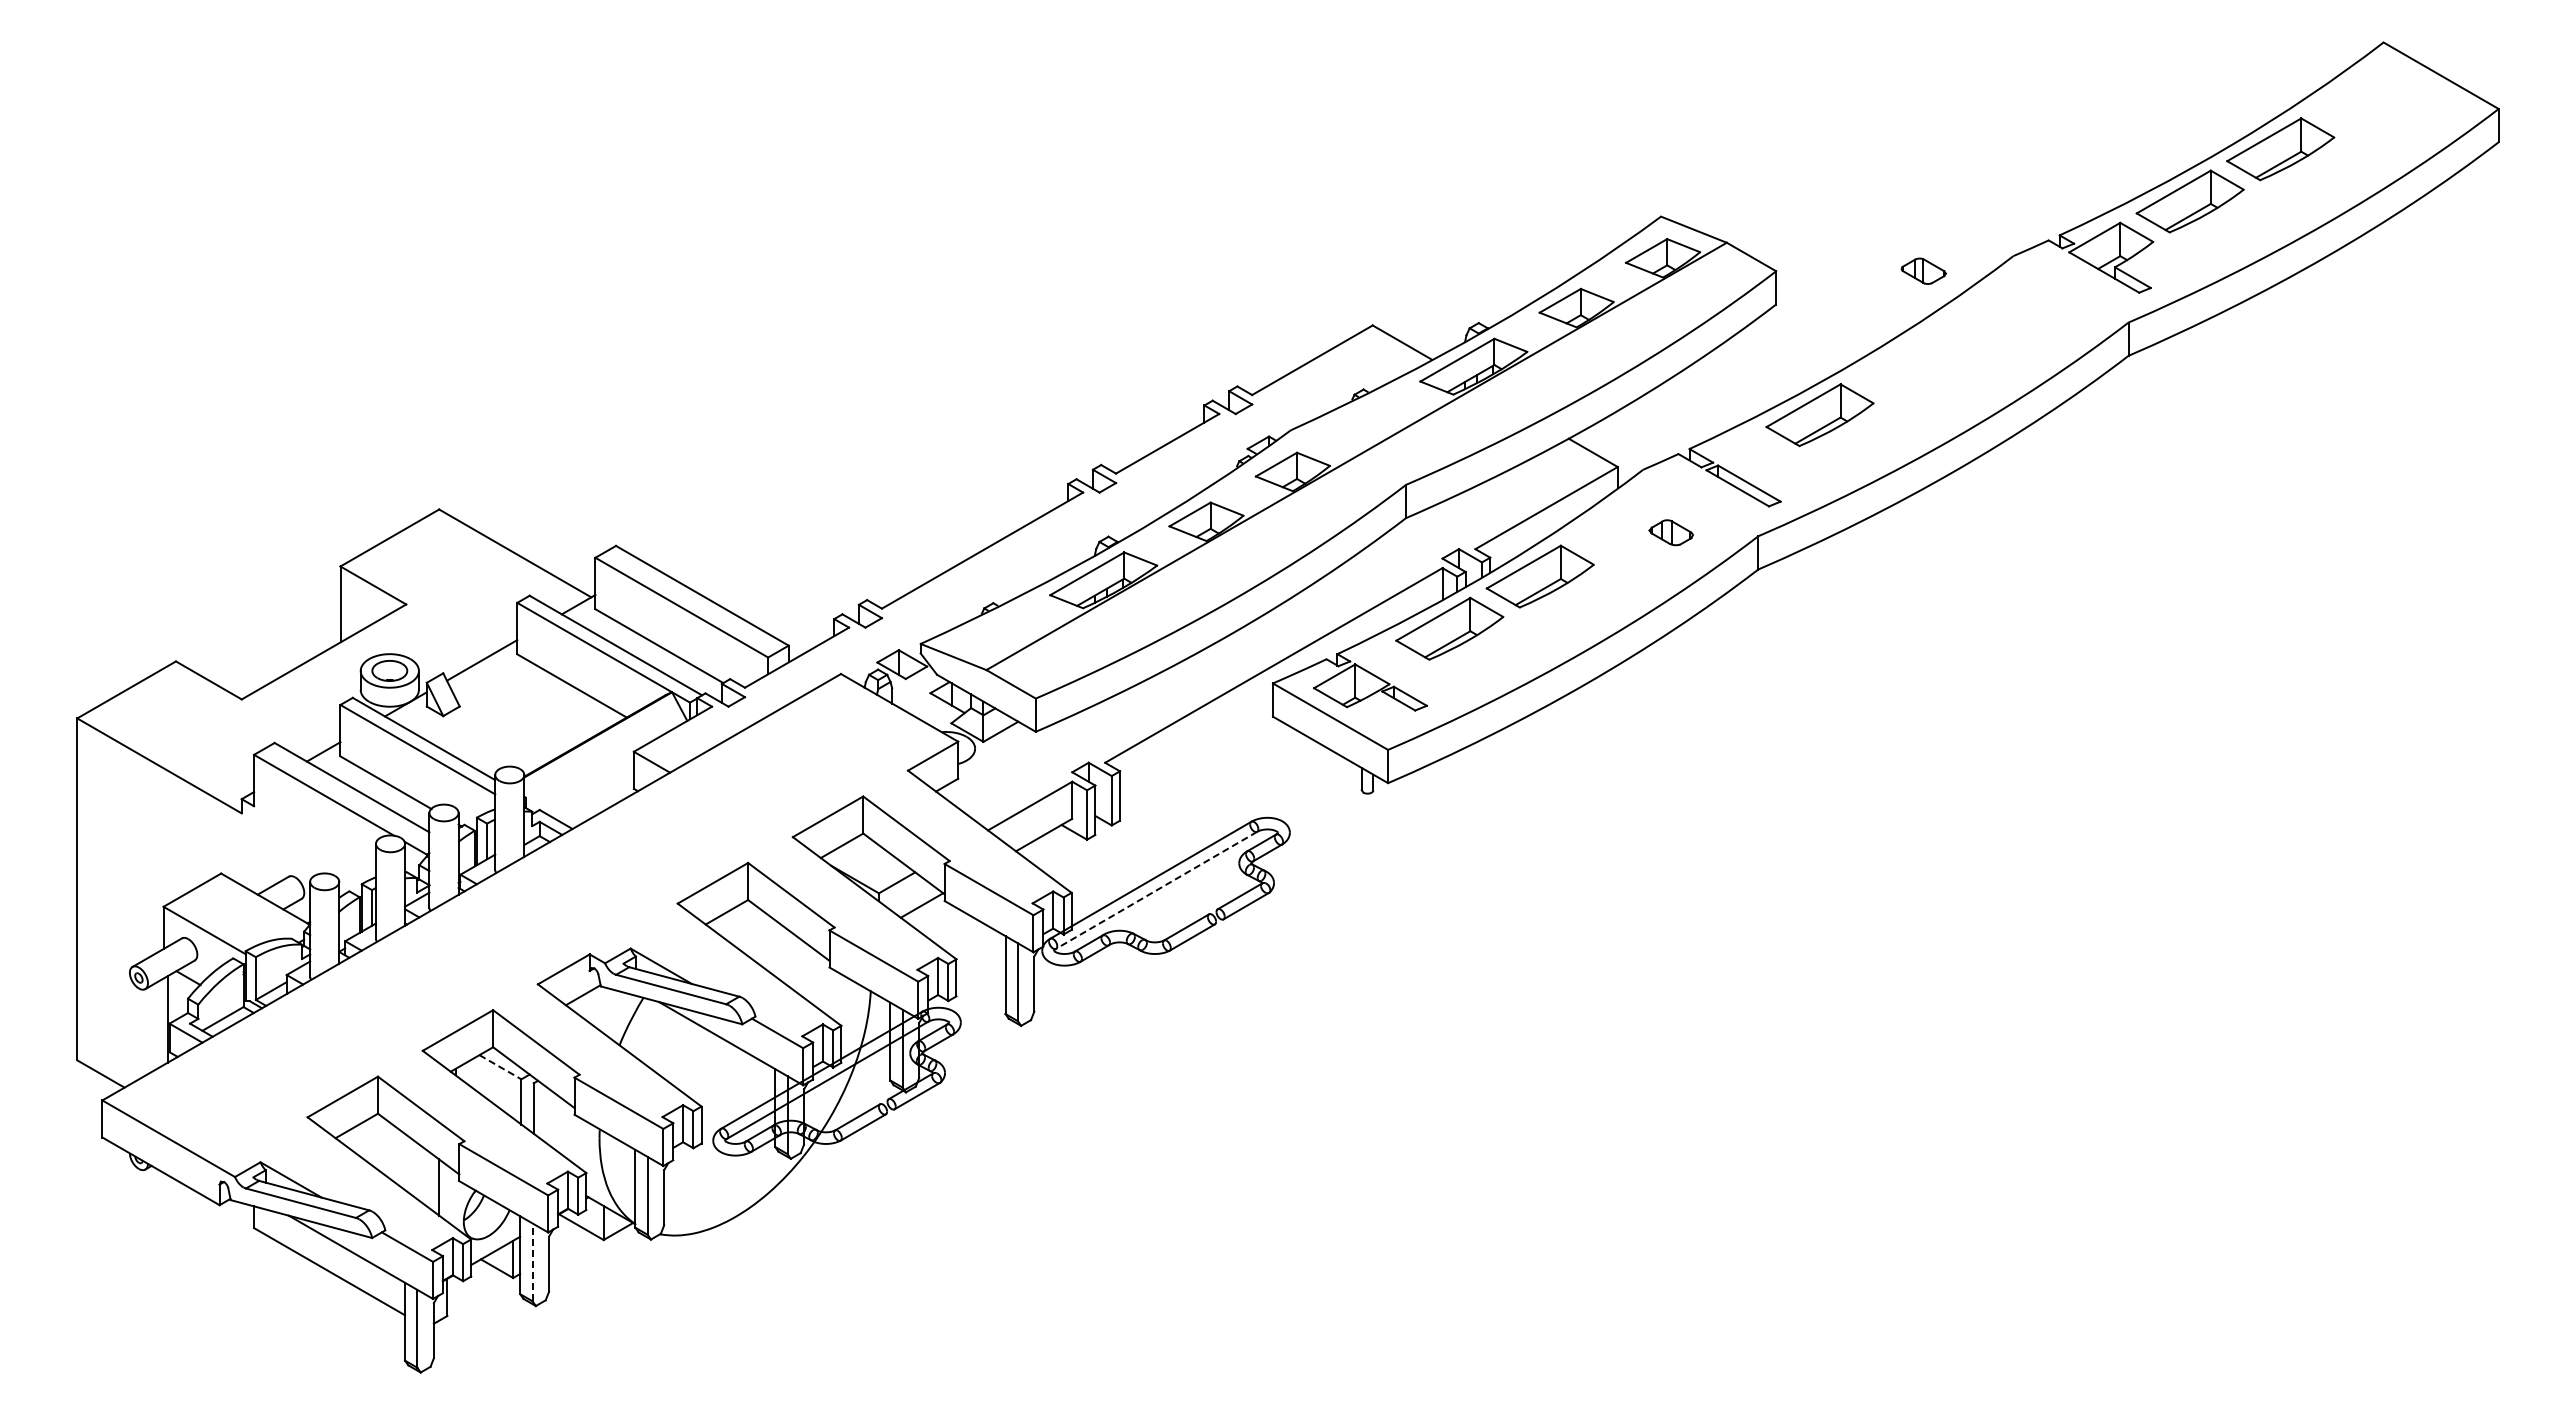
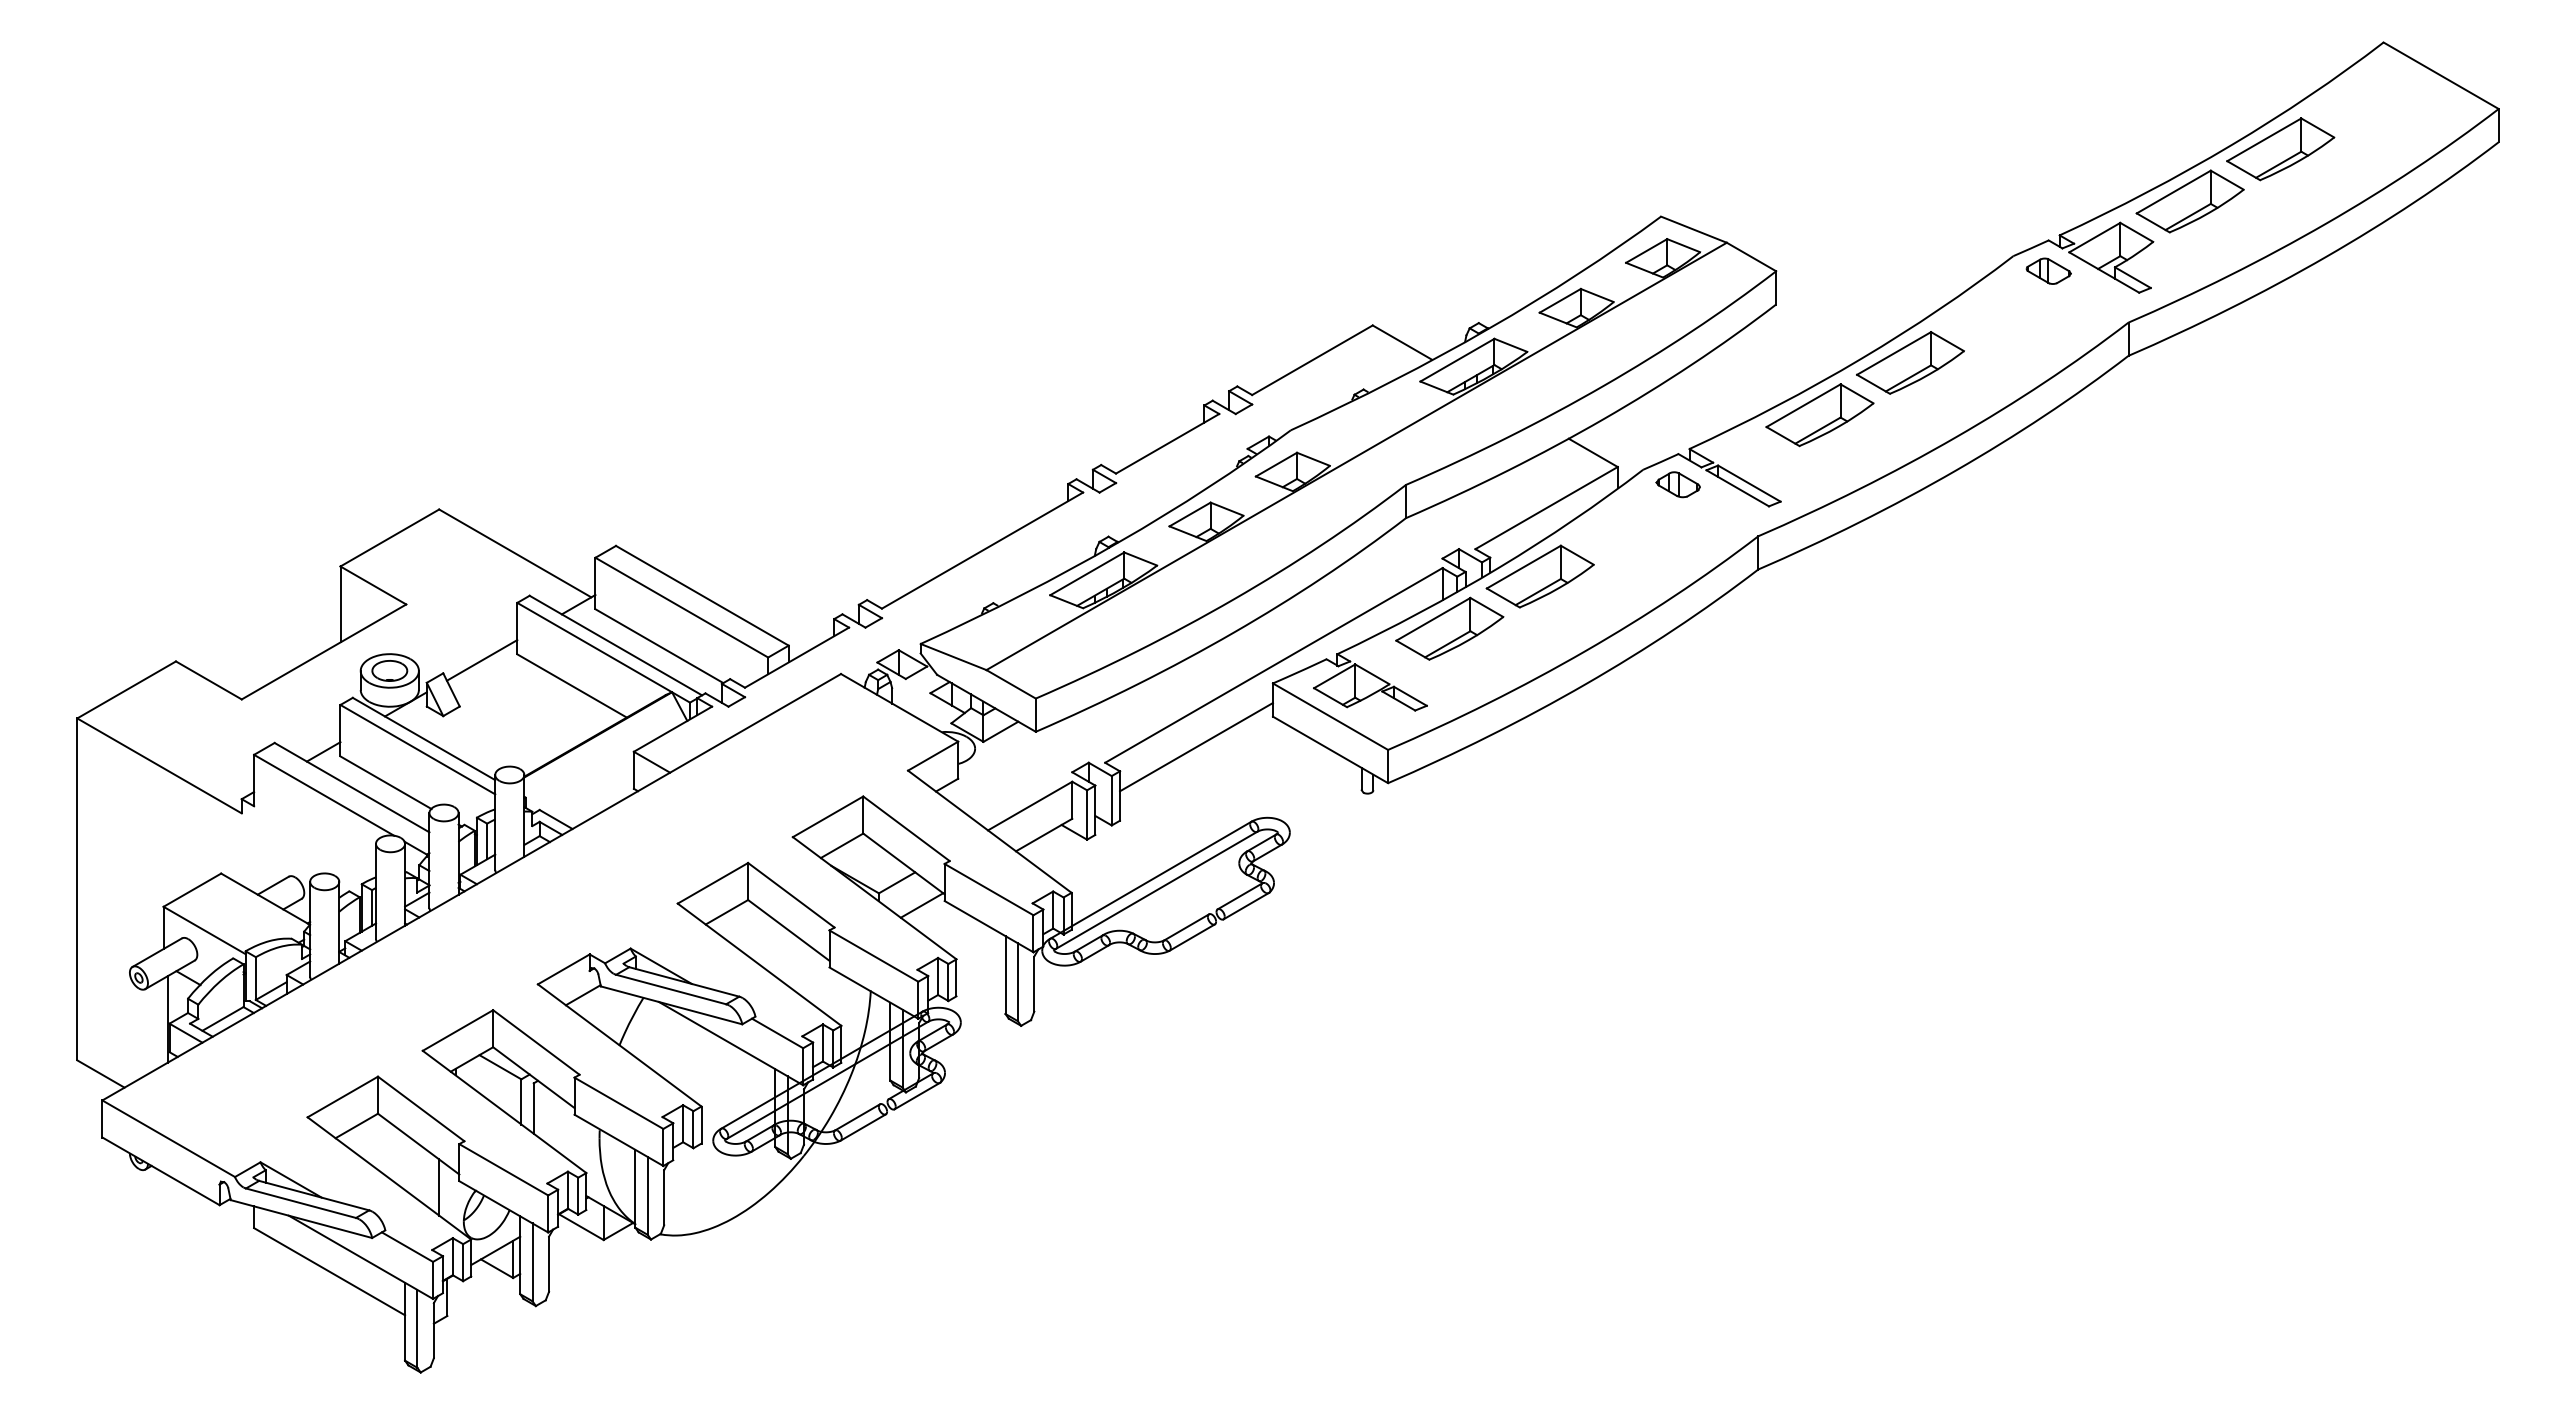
part at (1923, 270) position: (1923, 270) -> (2048, 270)
part at (1910, 362): none -> present
part at (1670, 532) position: (1670, 532) -> (1677, 484)
line at (1196, 747): none -> present
line at (1156, 890): dashed -> solid
line at (500, 1067): dashed -> solid
line at (532, 1262): dashed -> solid
